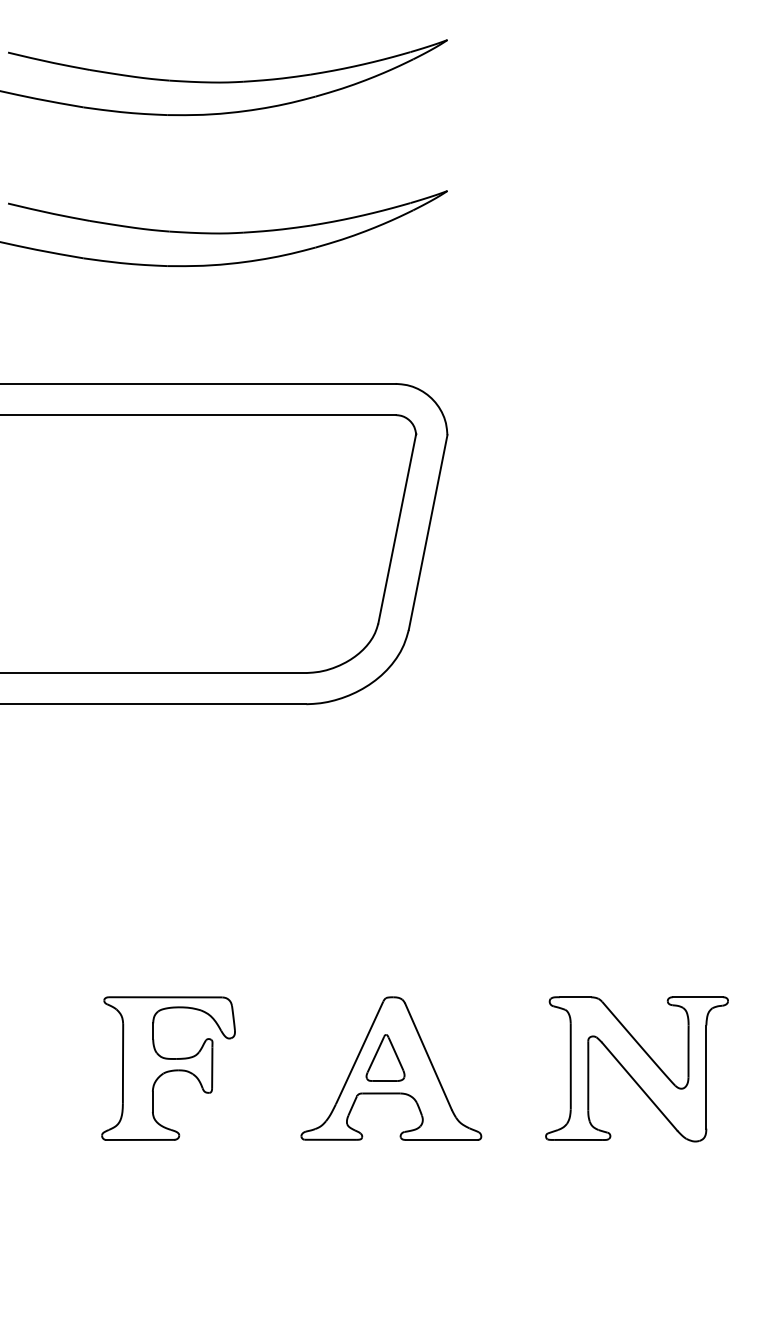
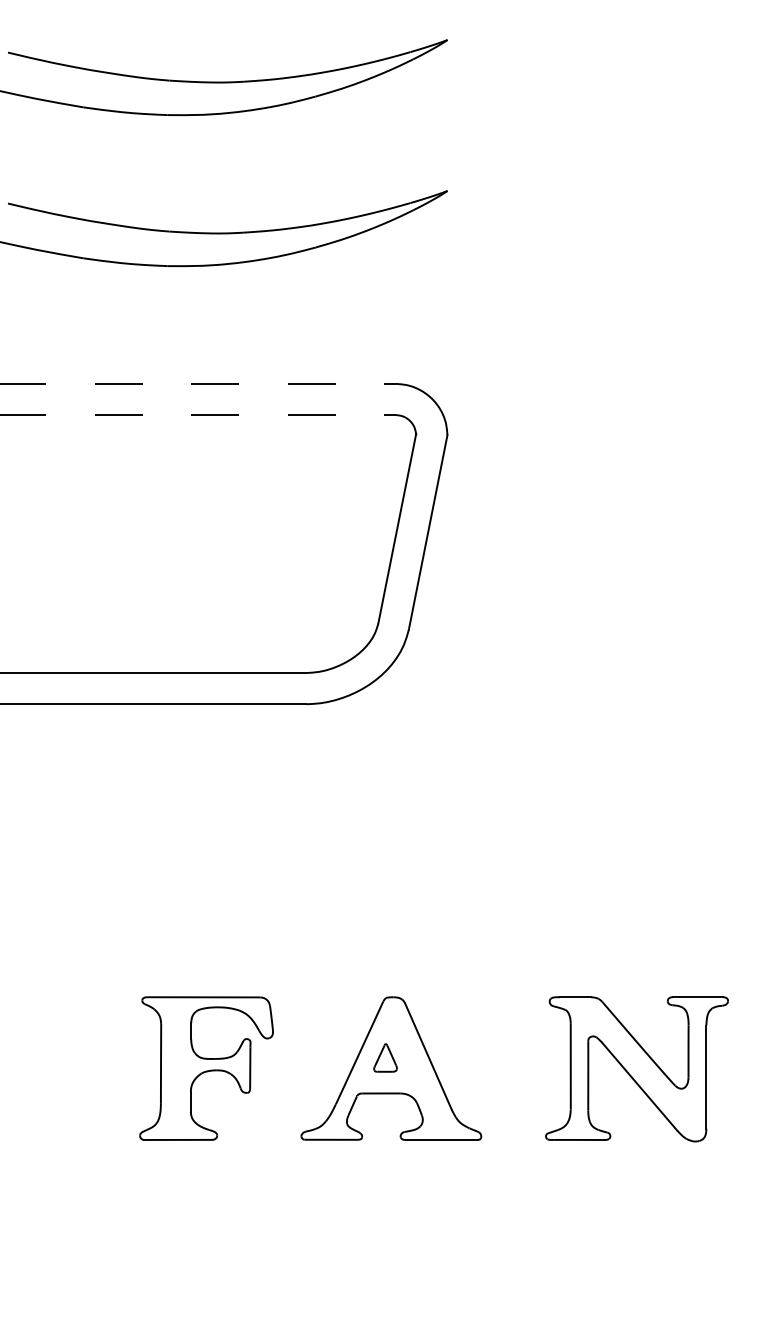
line at (198, 383): solid -> dashed
line at (198, 415): solid -> dashed
part at (385, 1057) size: 41x48 px -> 25x30 px
part at (168, 1068) position: (168, 1068) -> (206, 1068)
